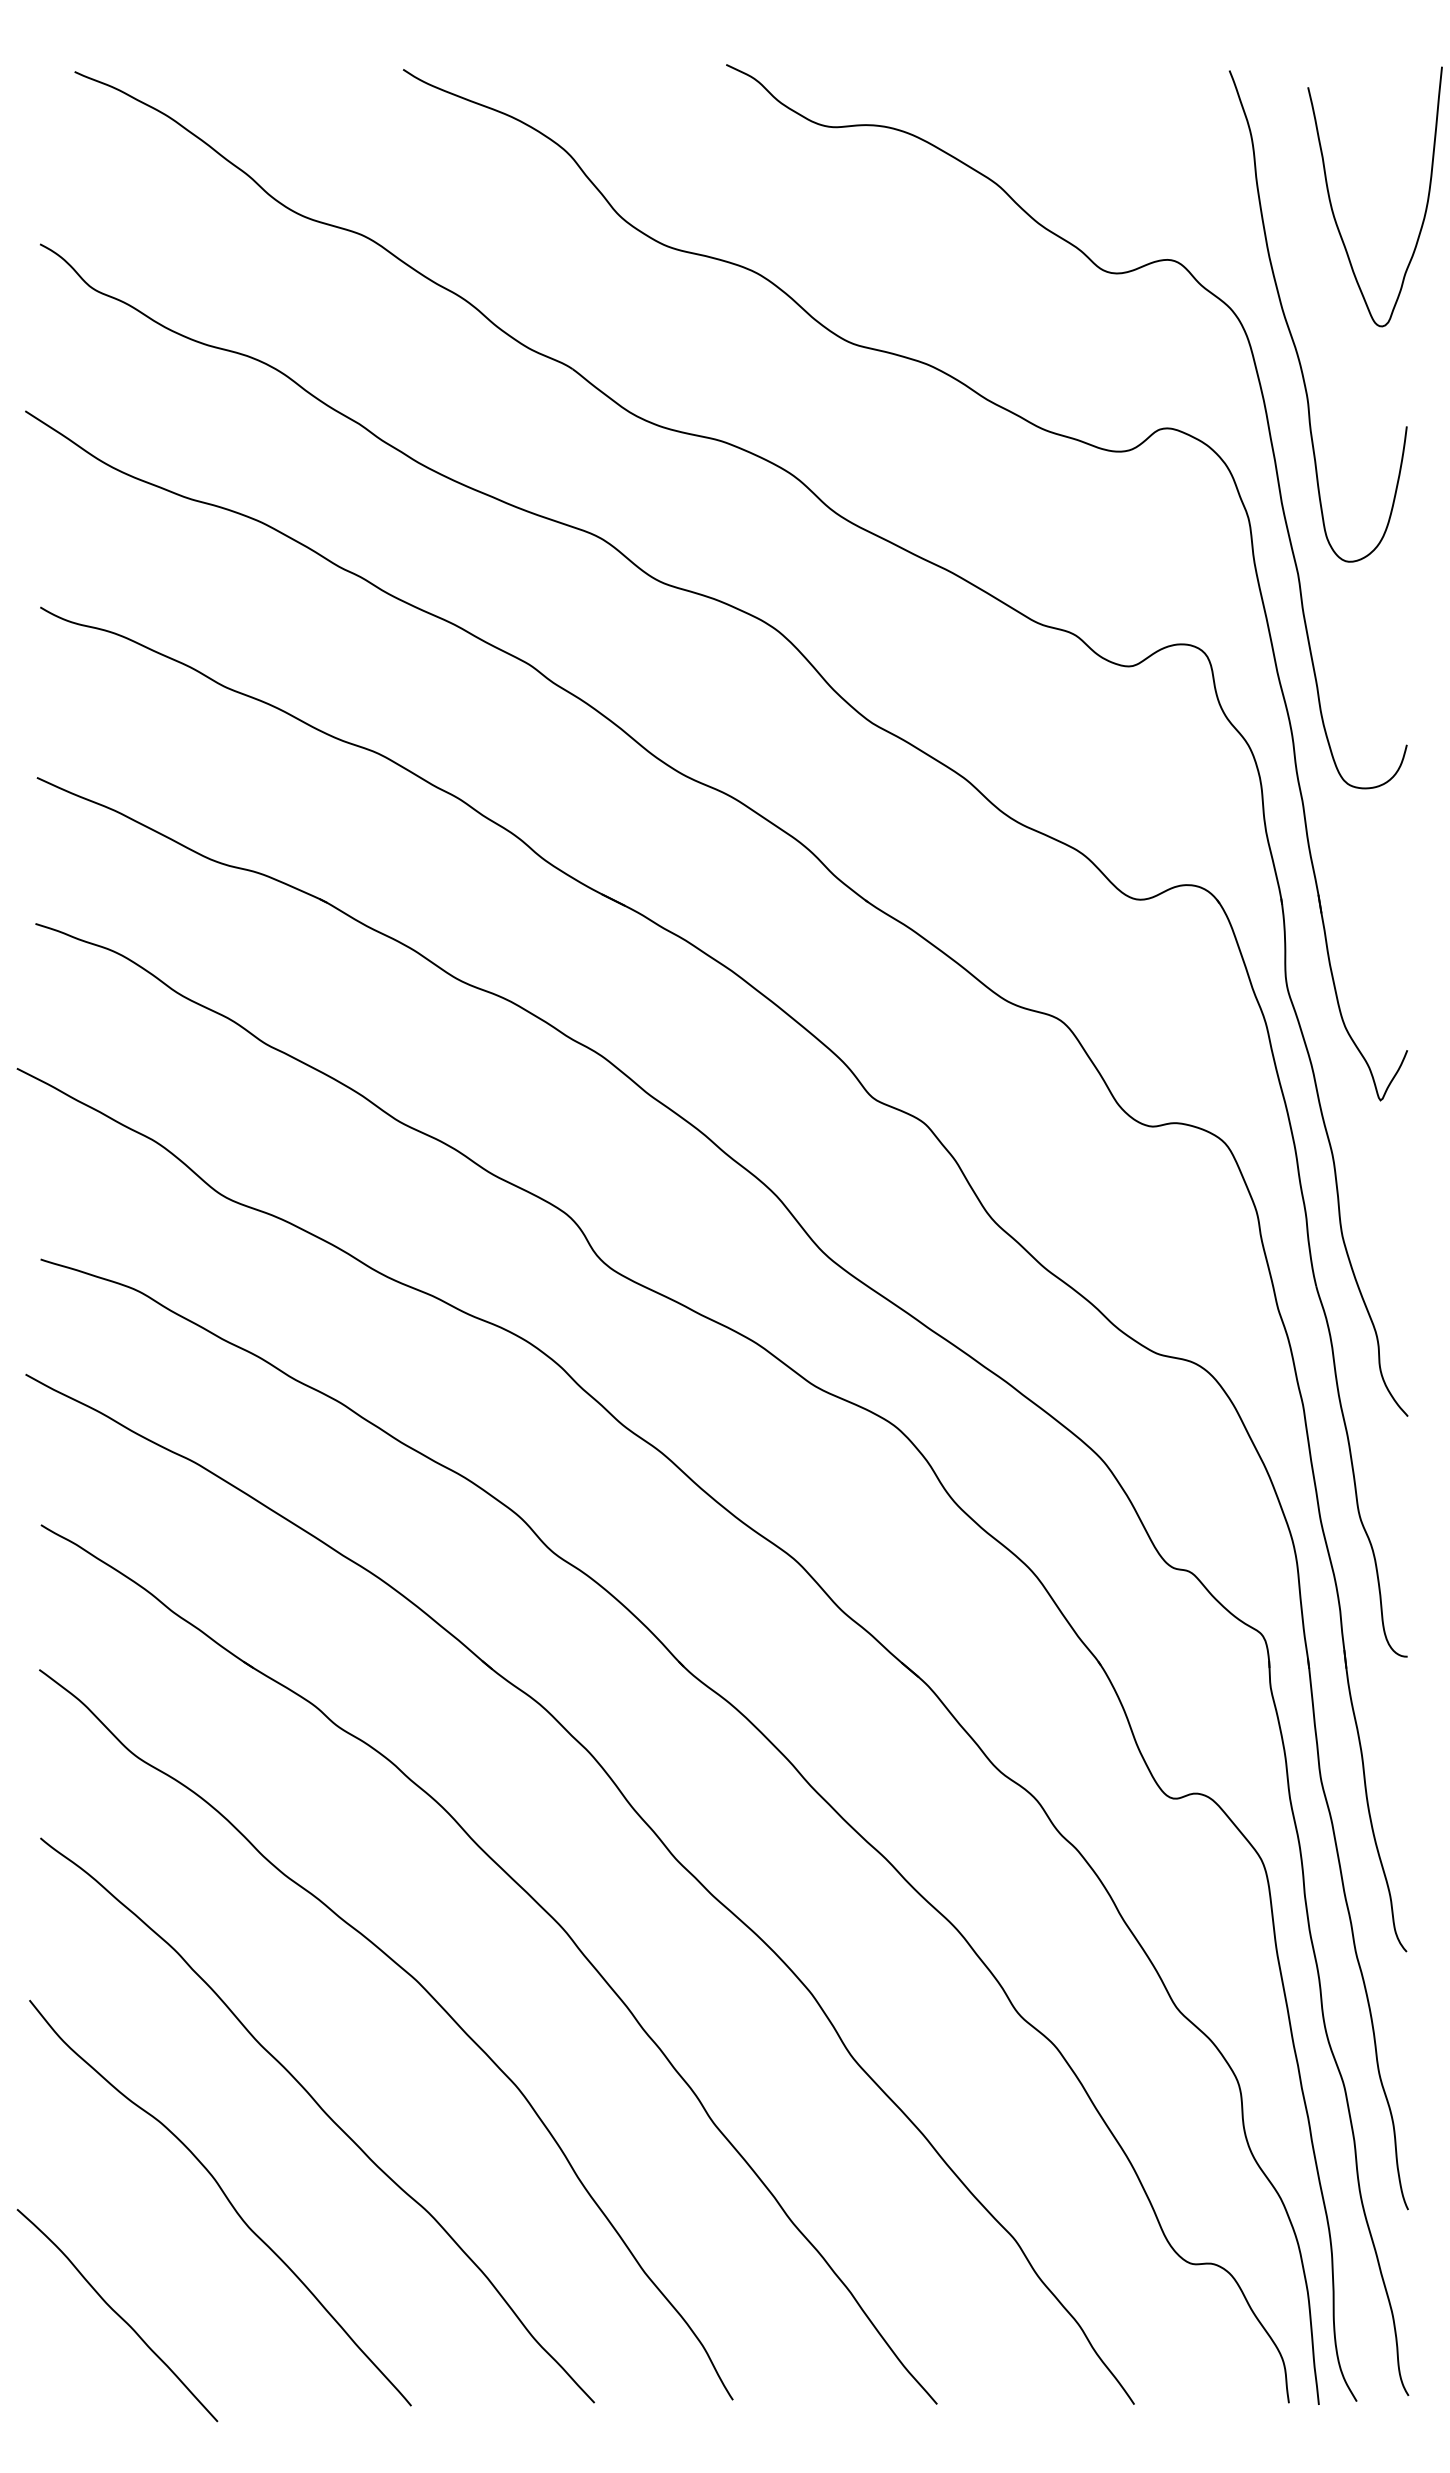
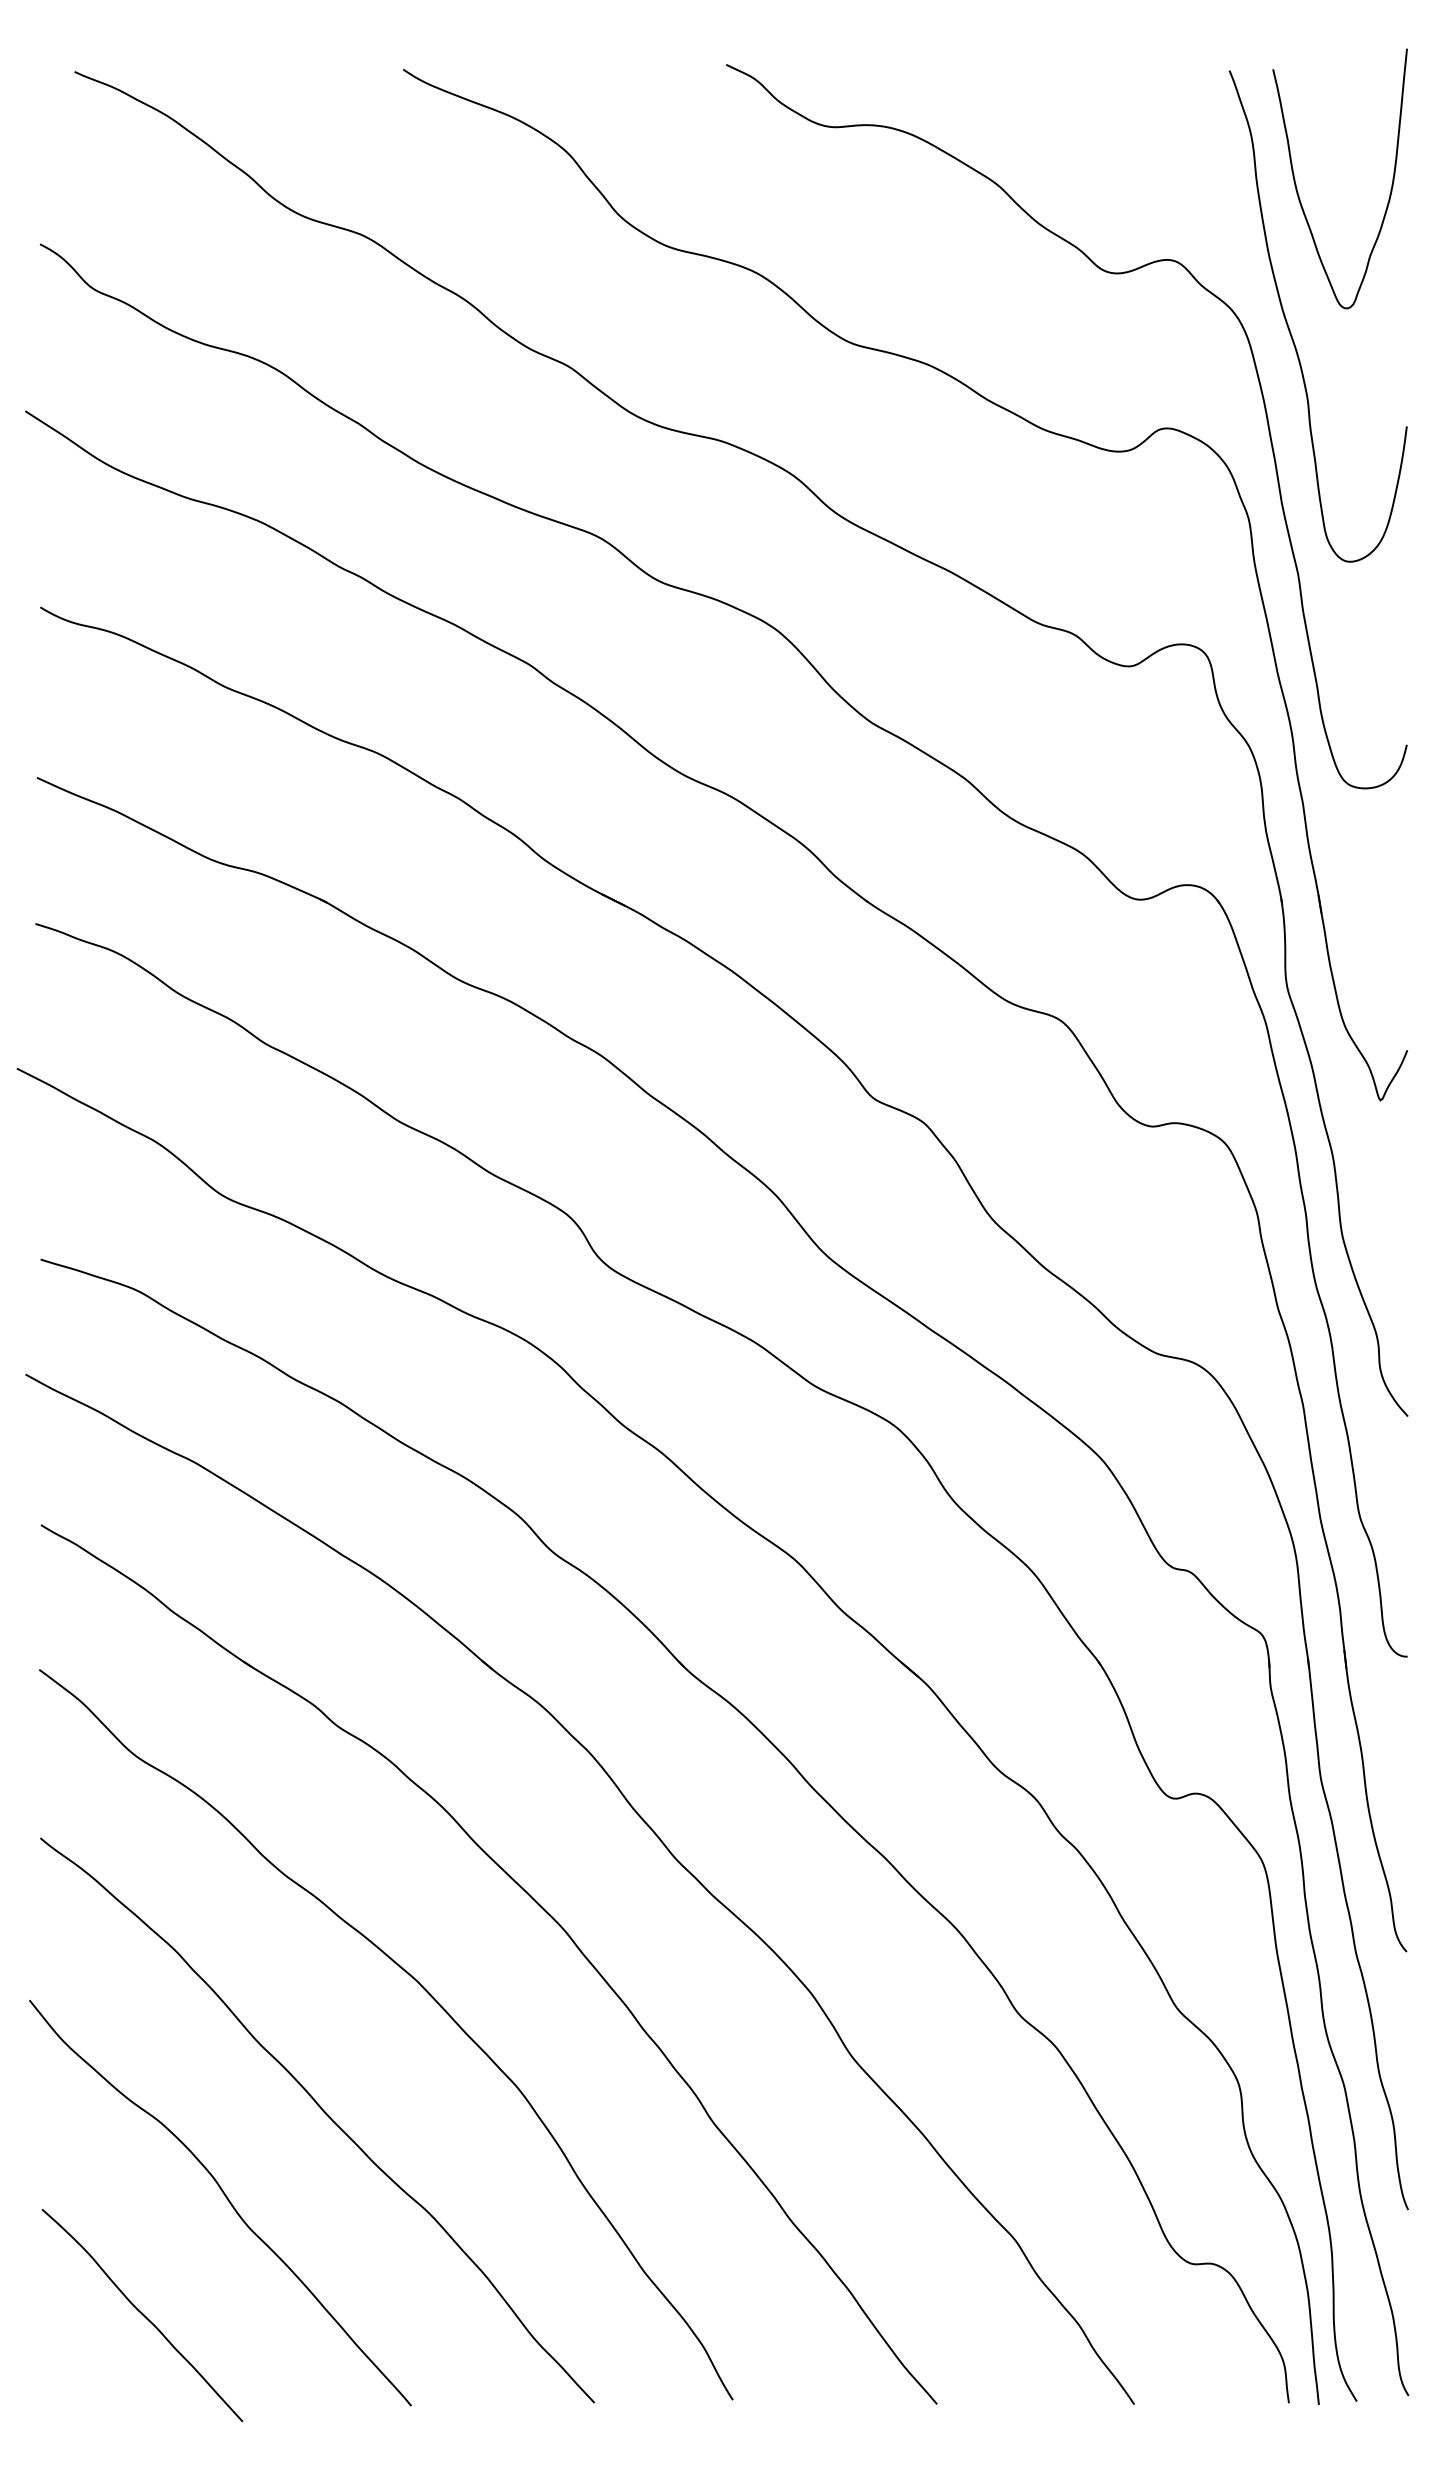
curve at (1332, 206) position: (1332, 206) -> (1297, 188)
curve at (117, 2315) position: (117, 2315) -> (142, 2315)
